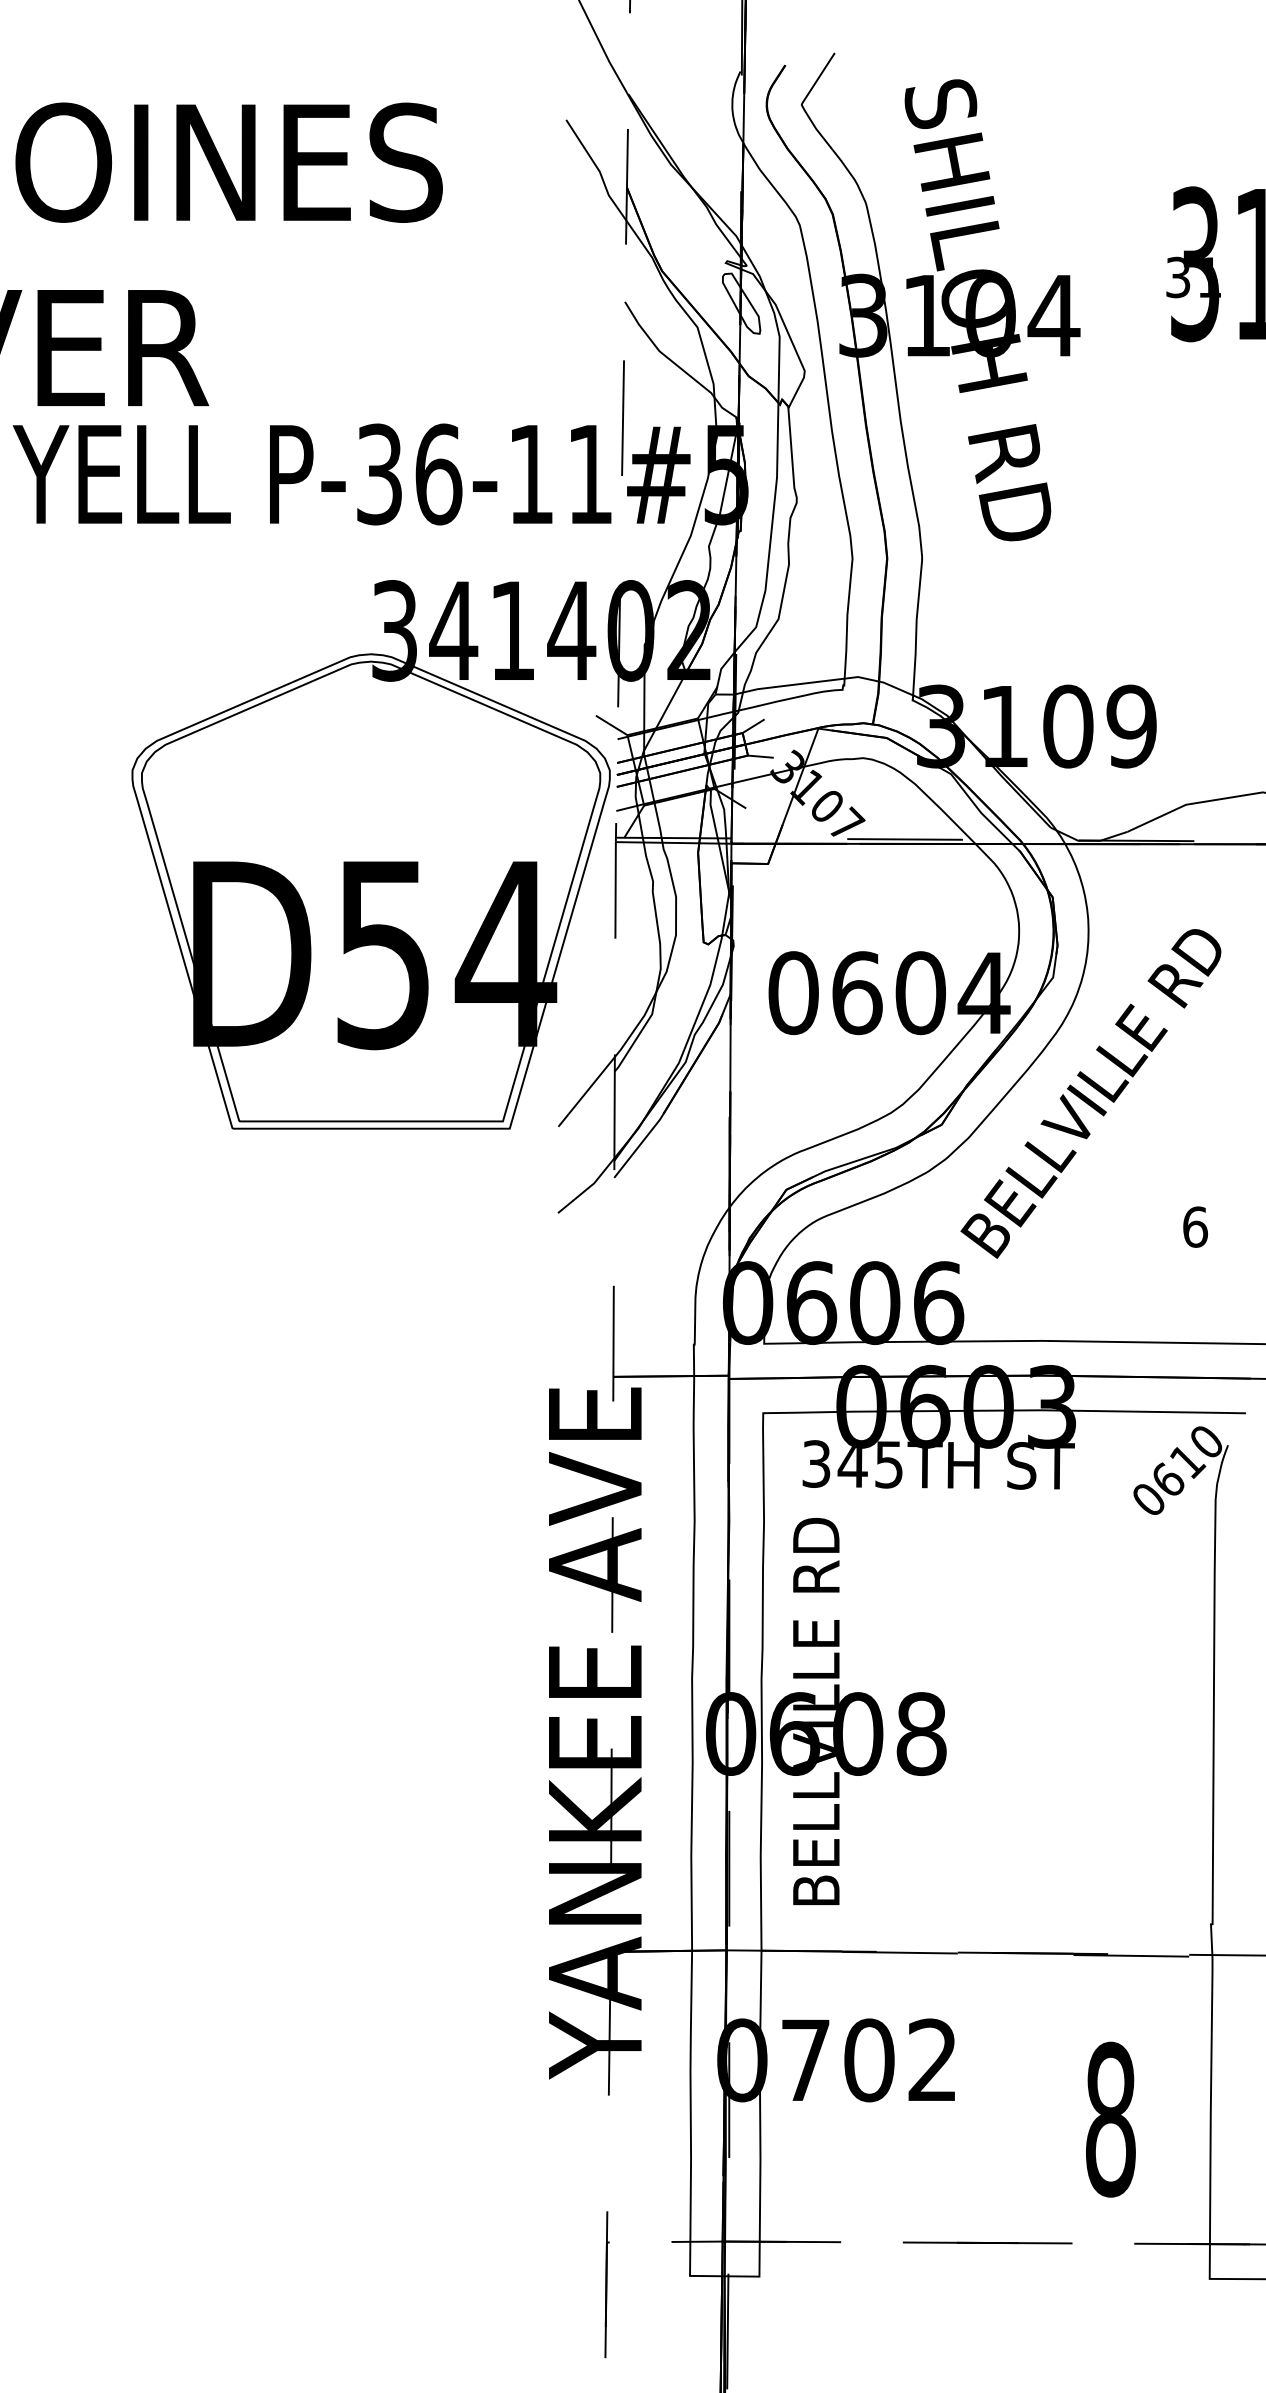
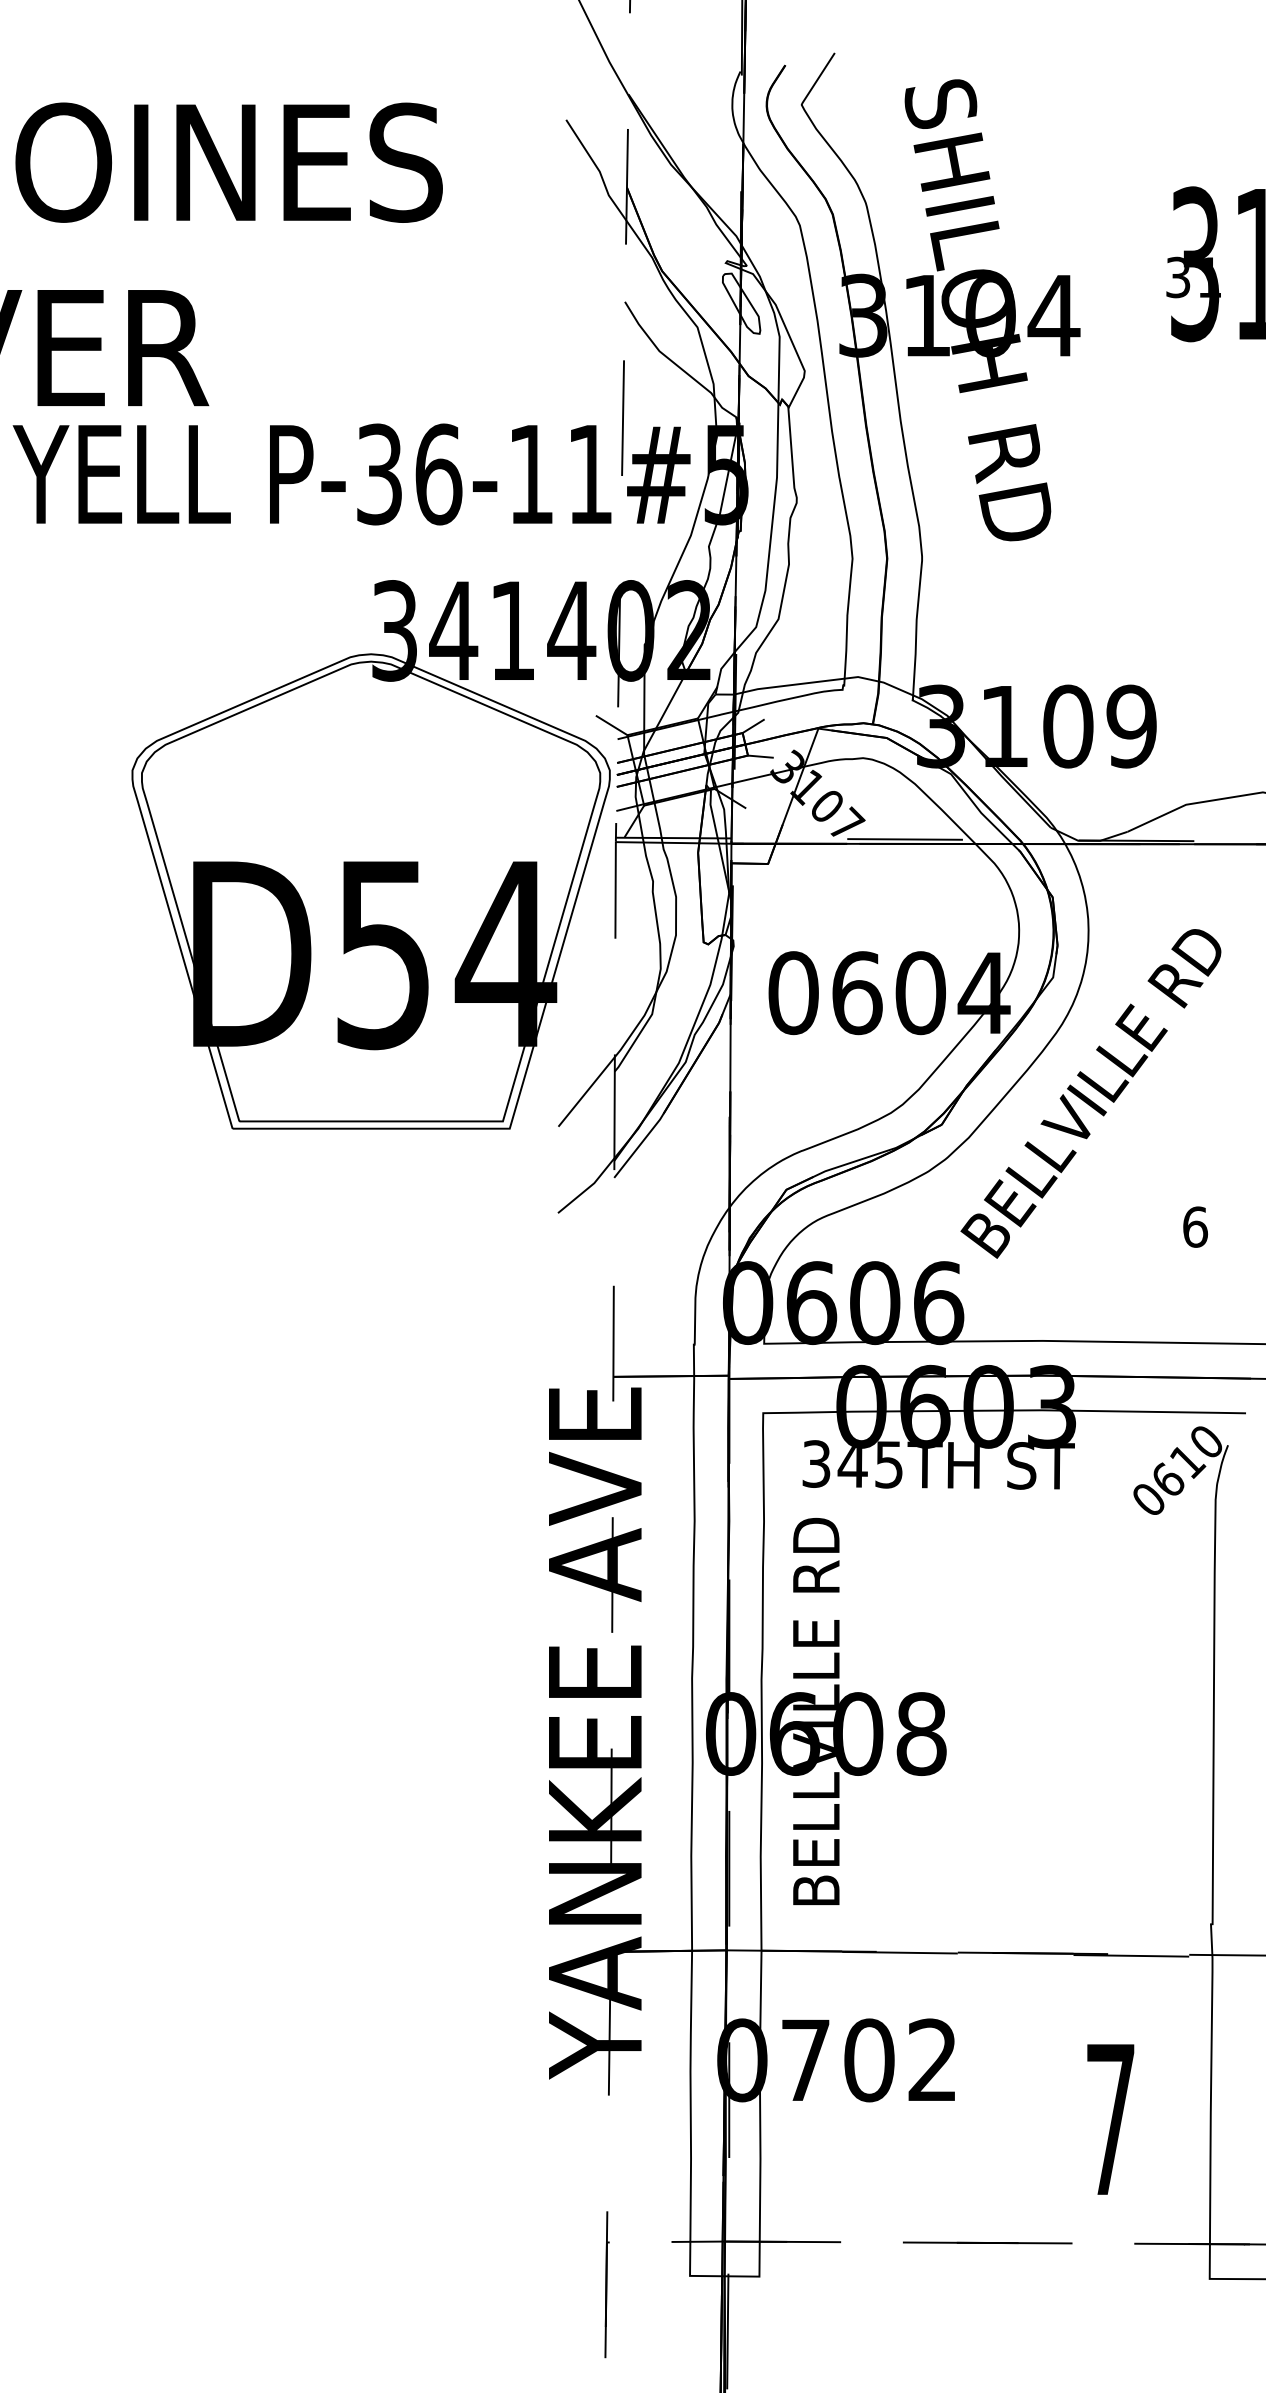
text at (1110, 2119): 8 -> 7
